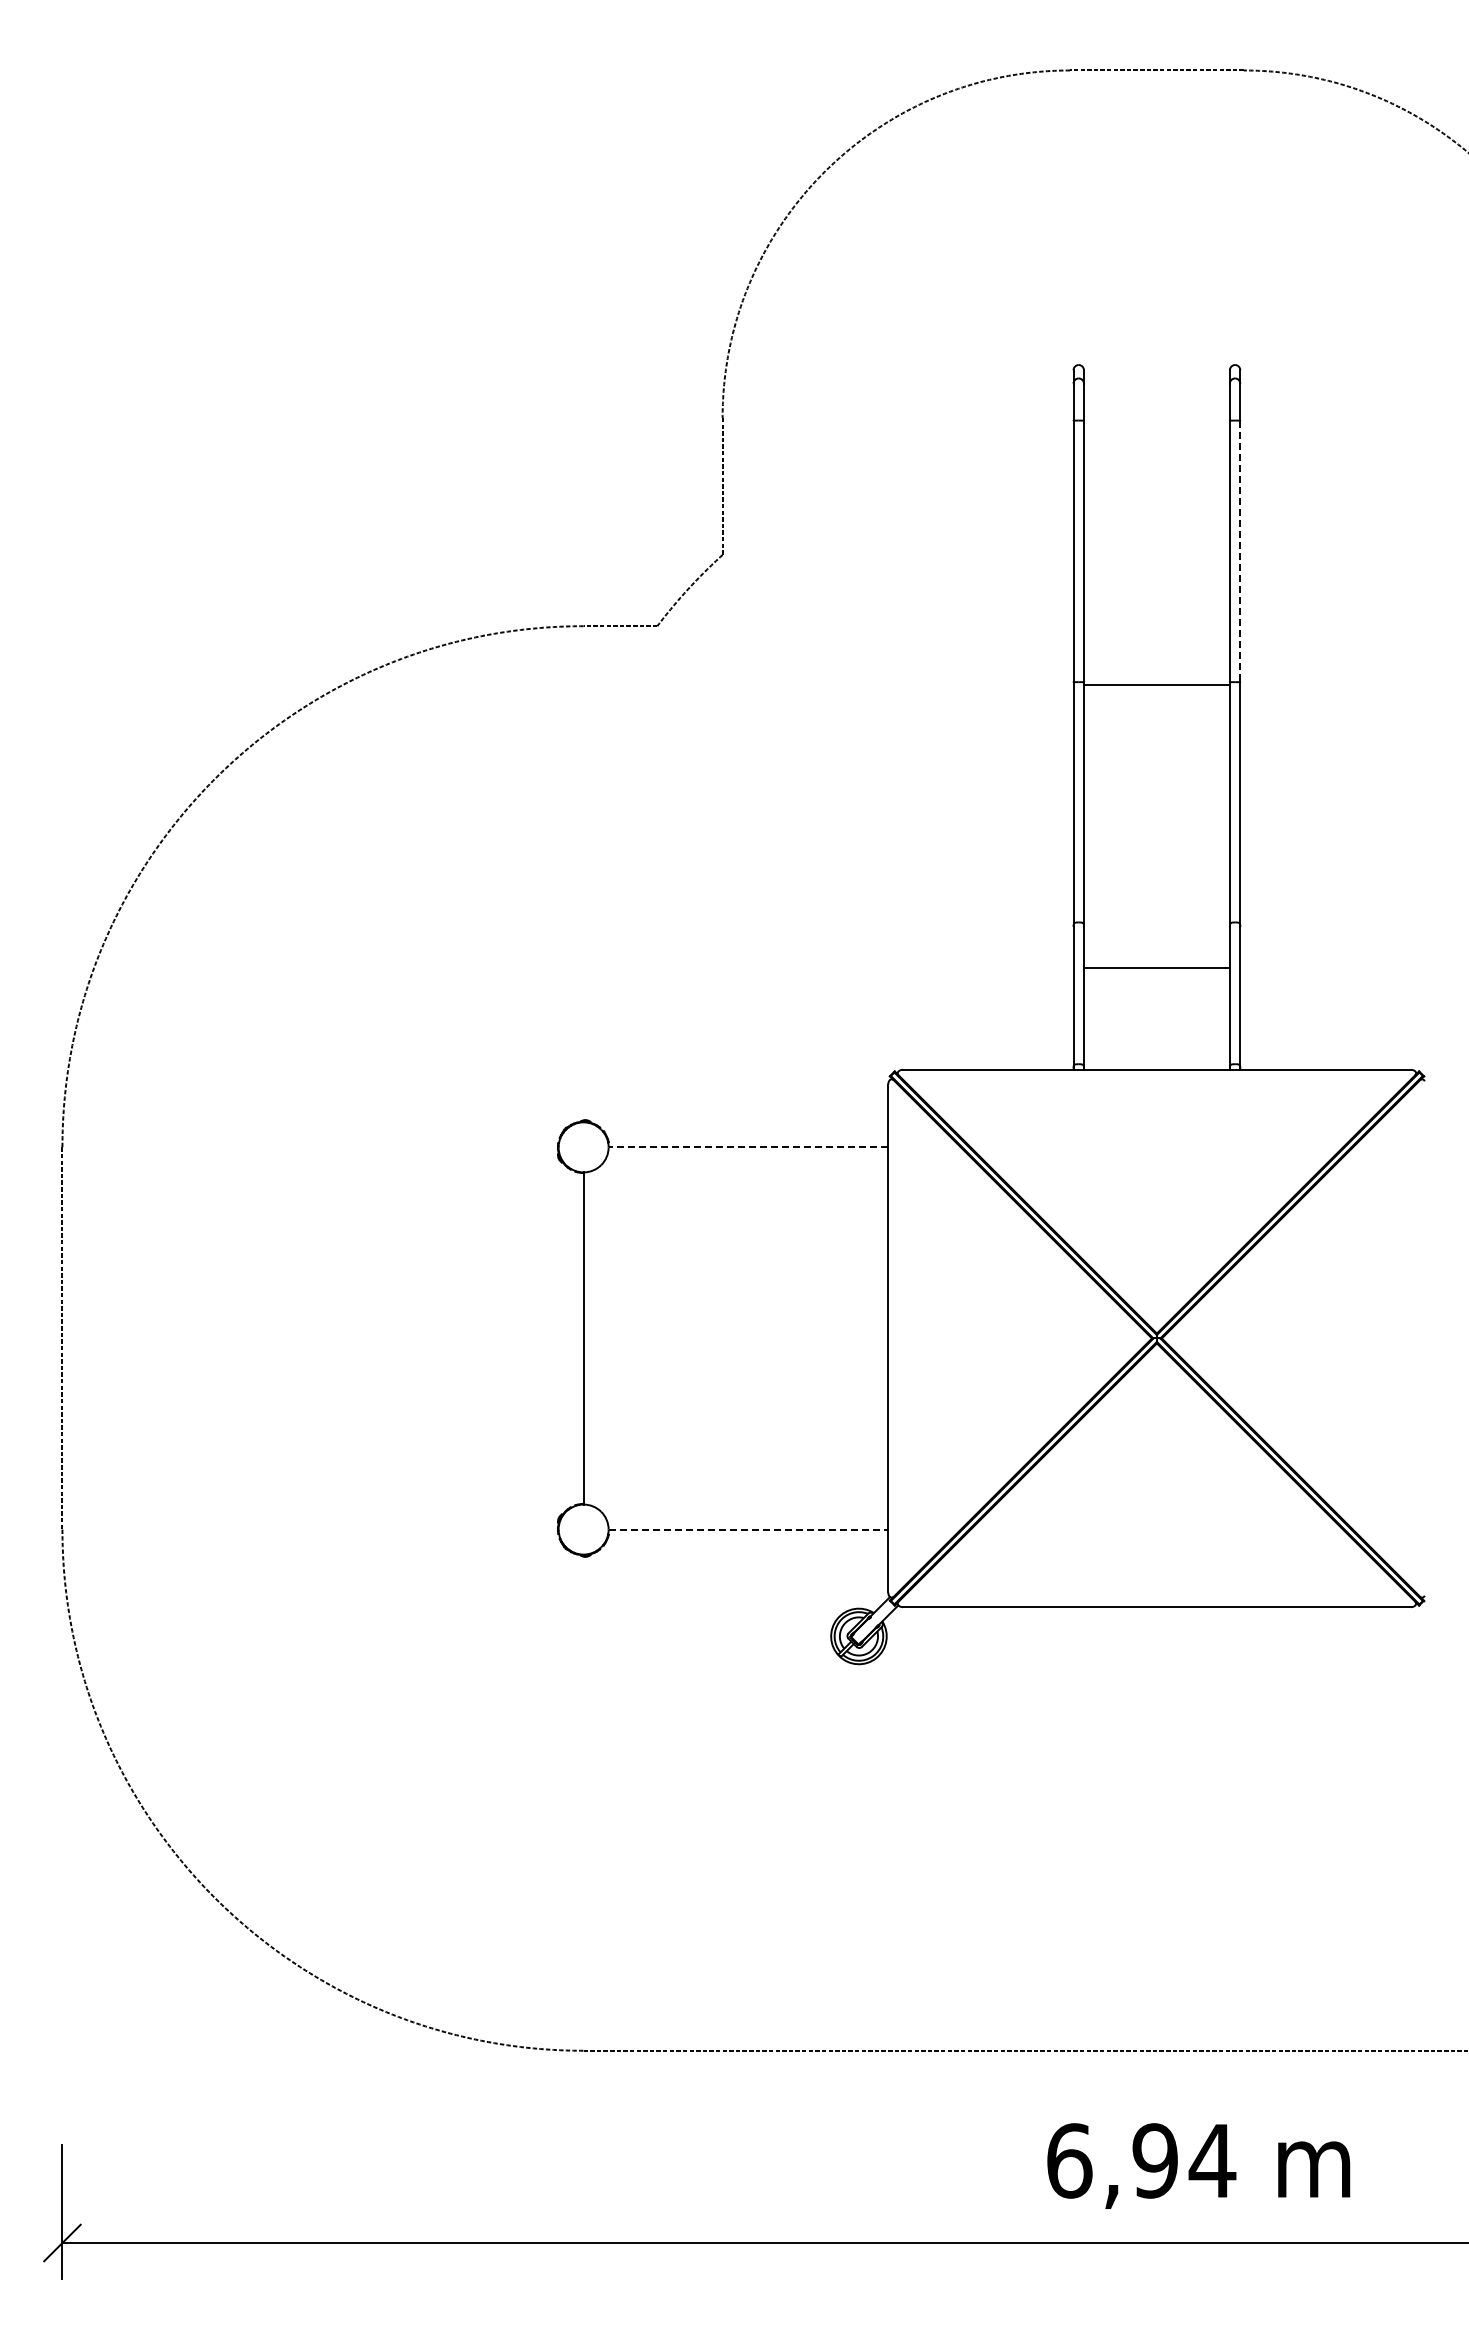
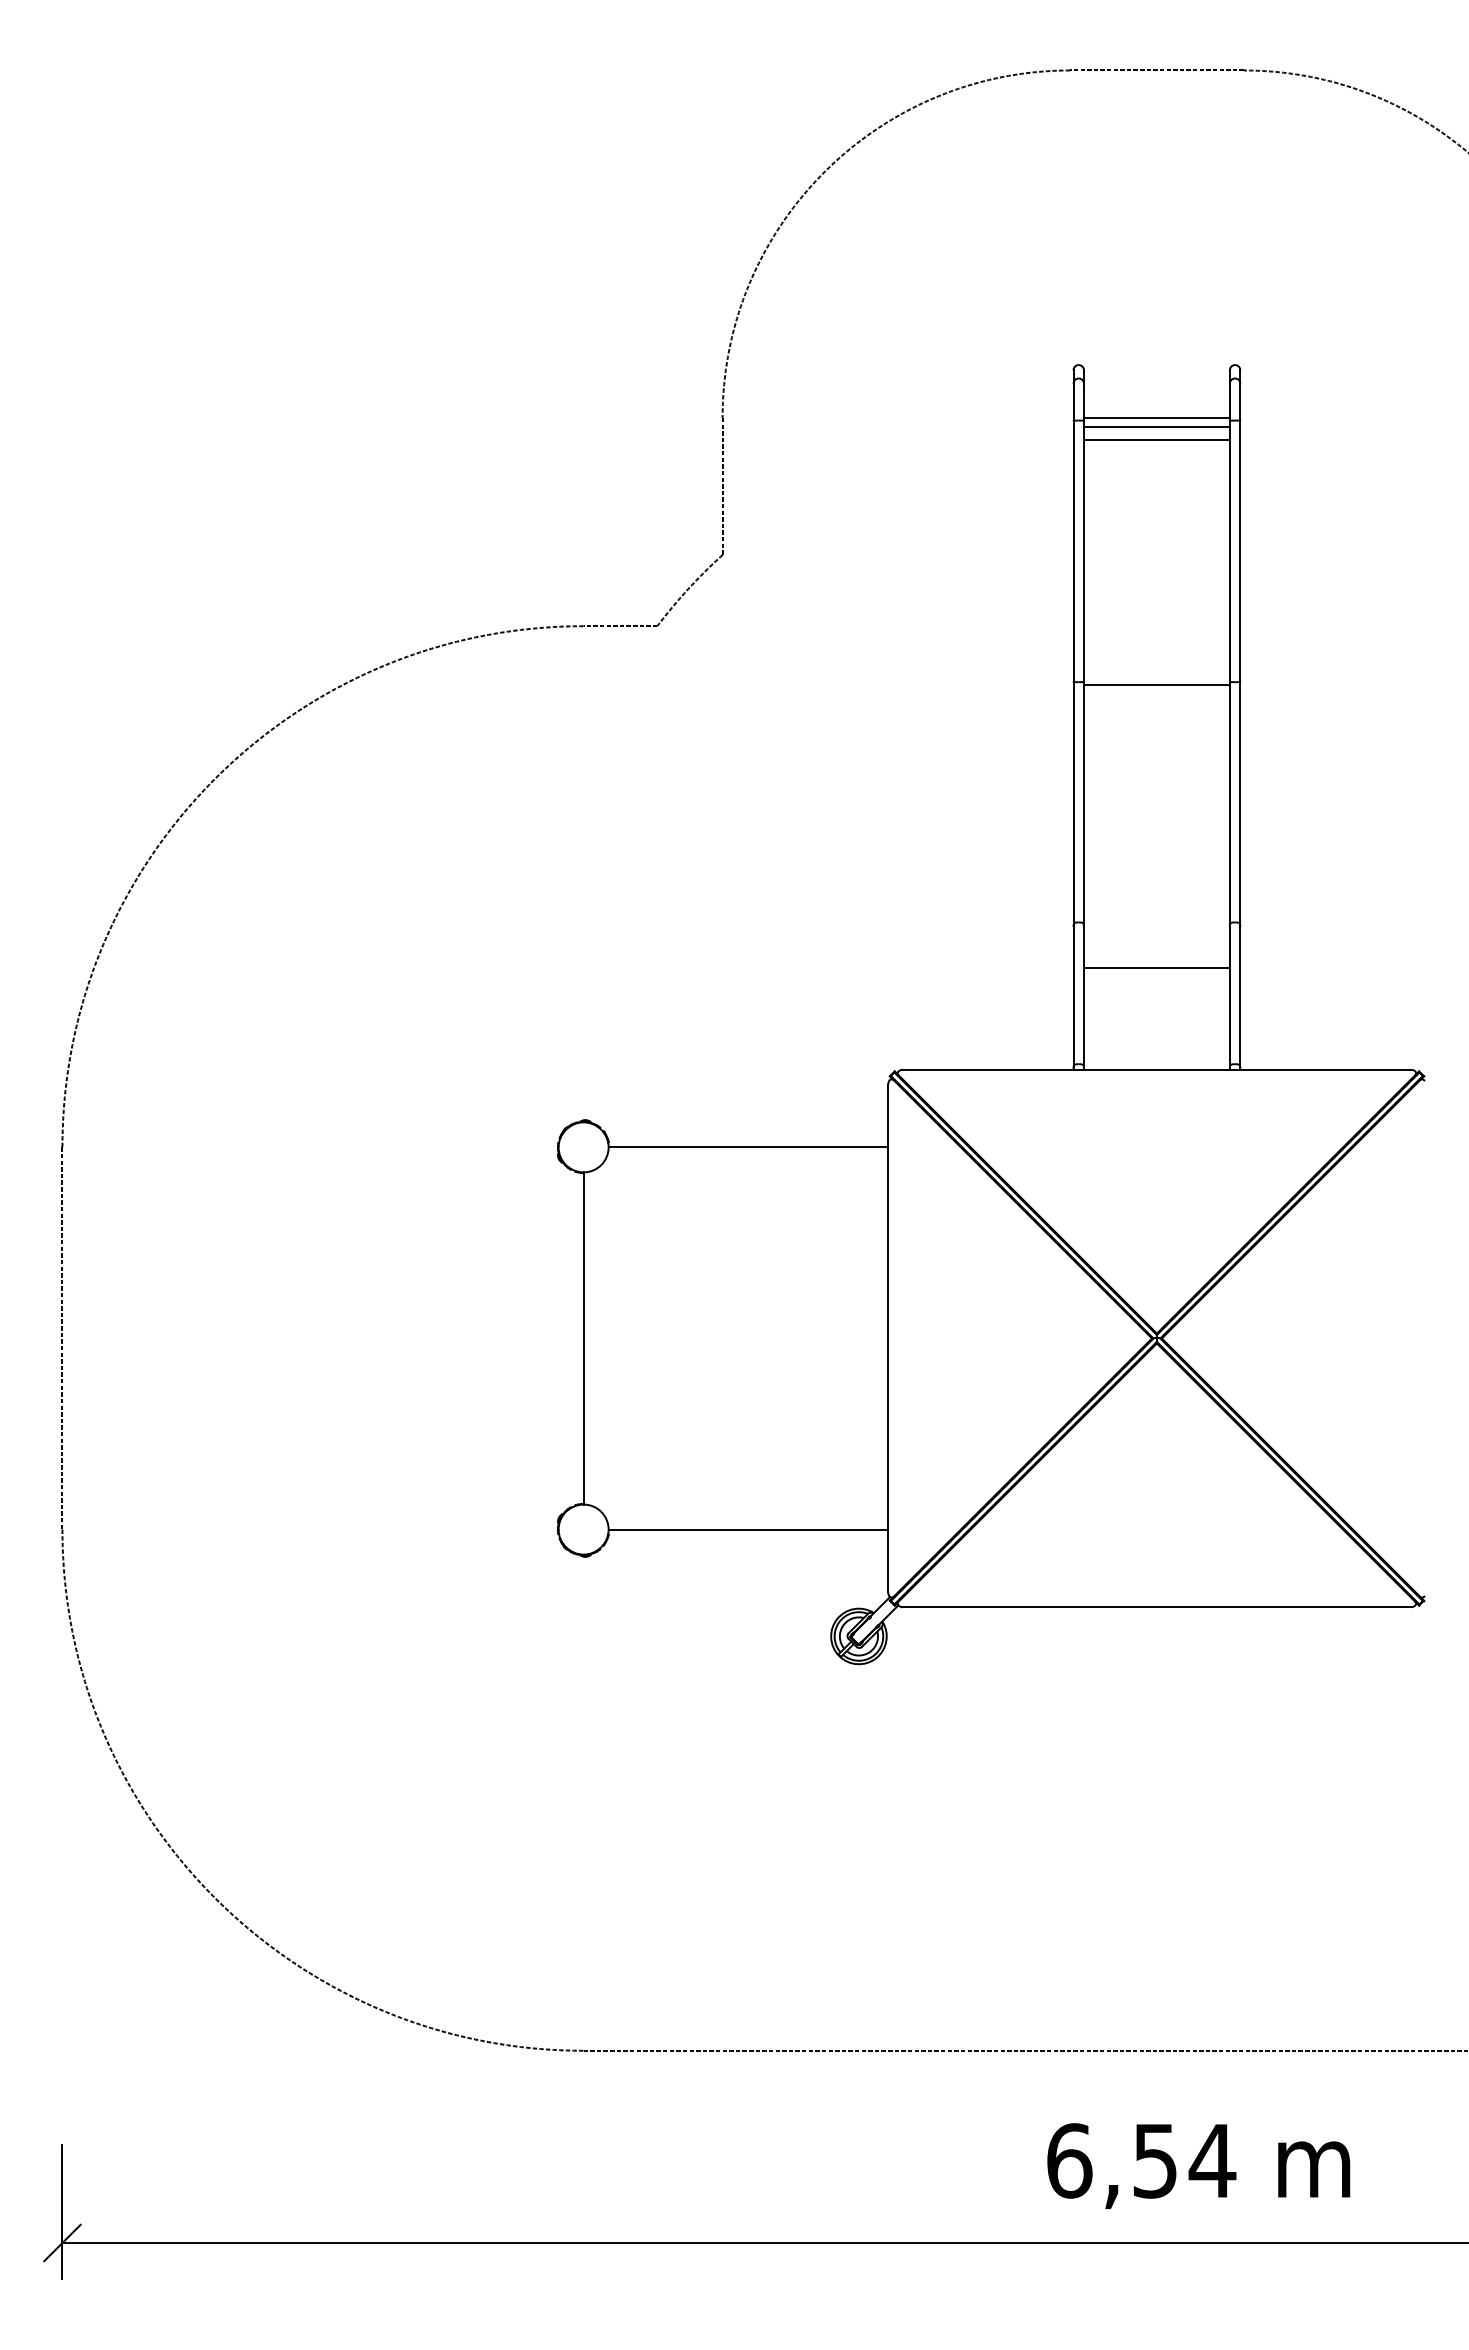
line at (1156, 417): none -> present
line at (1156, 426): none -> present
line at (1156, 440): none -> present
line at (1240, 551): dashed -> solid
line at (748, 1147): dashed -> solid
line at (748, 1529): dashed -> solid
text at (1154, 2160): 6,94 -> 6,54
